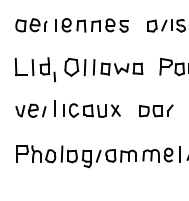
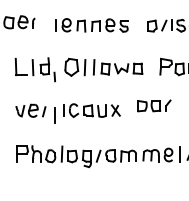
part at (31, 25) position: (31, 25) -> (19, 22)
line at (54, 108) position: (54, 108) -> (54, 115)
part at (156, 110) position: (156, 110) -> (154, 105)
